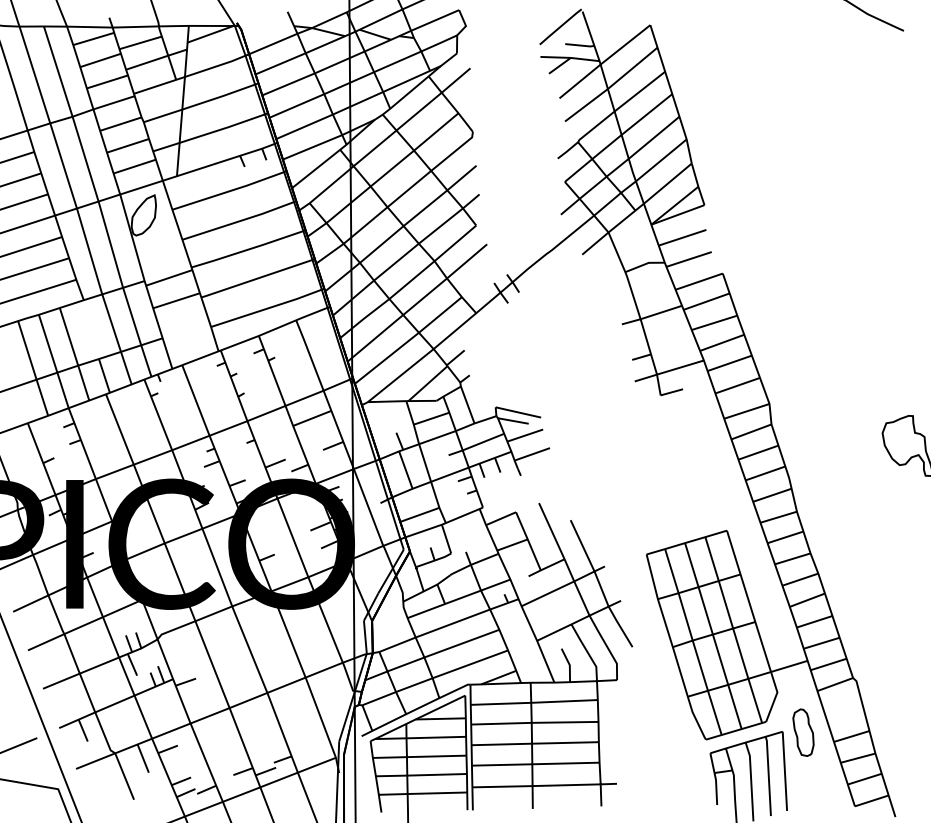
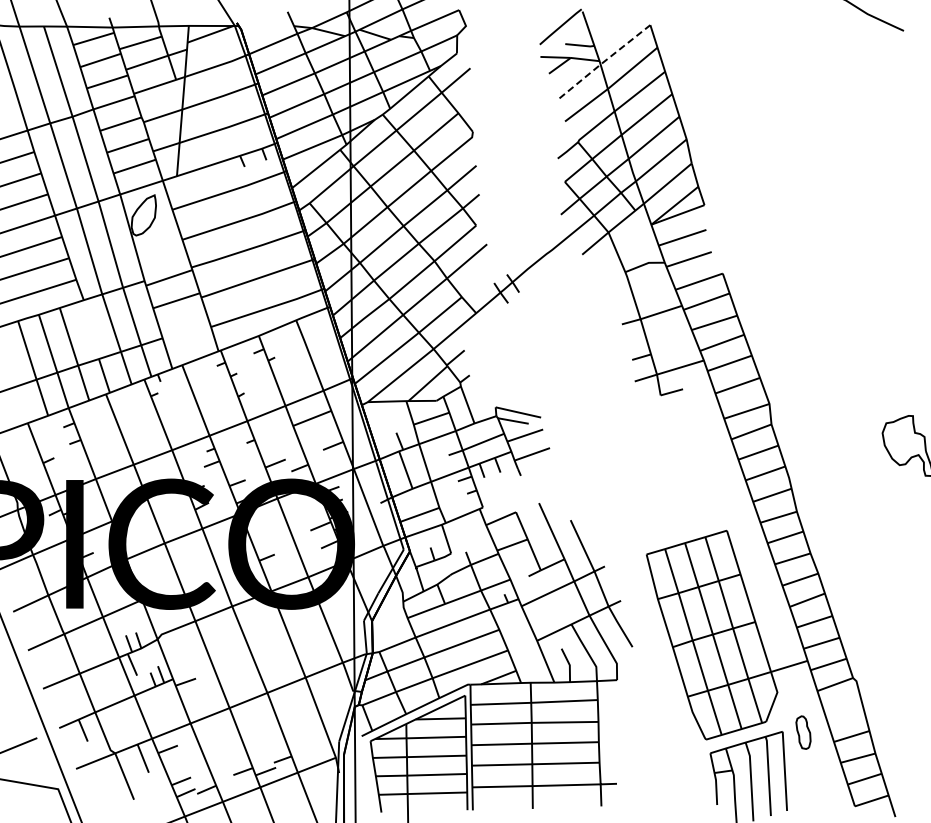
line at (604, 61): solid -> dashed
part at (803, 732) size: 23x49 px -> 17x35 px
